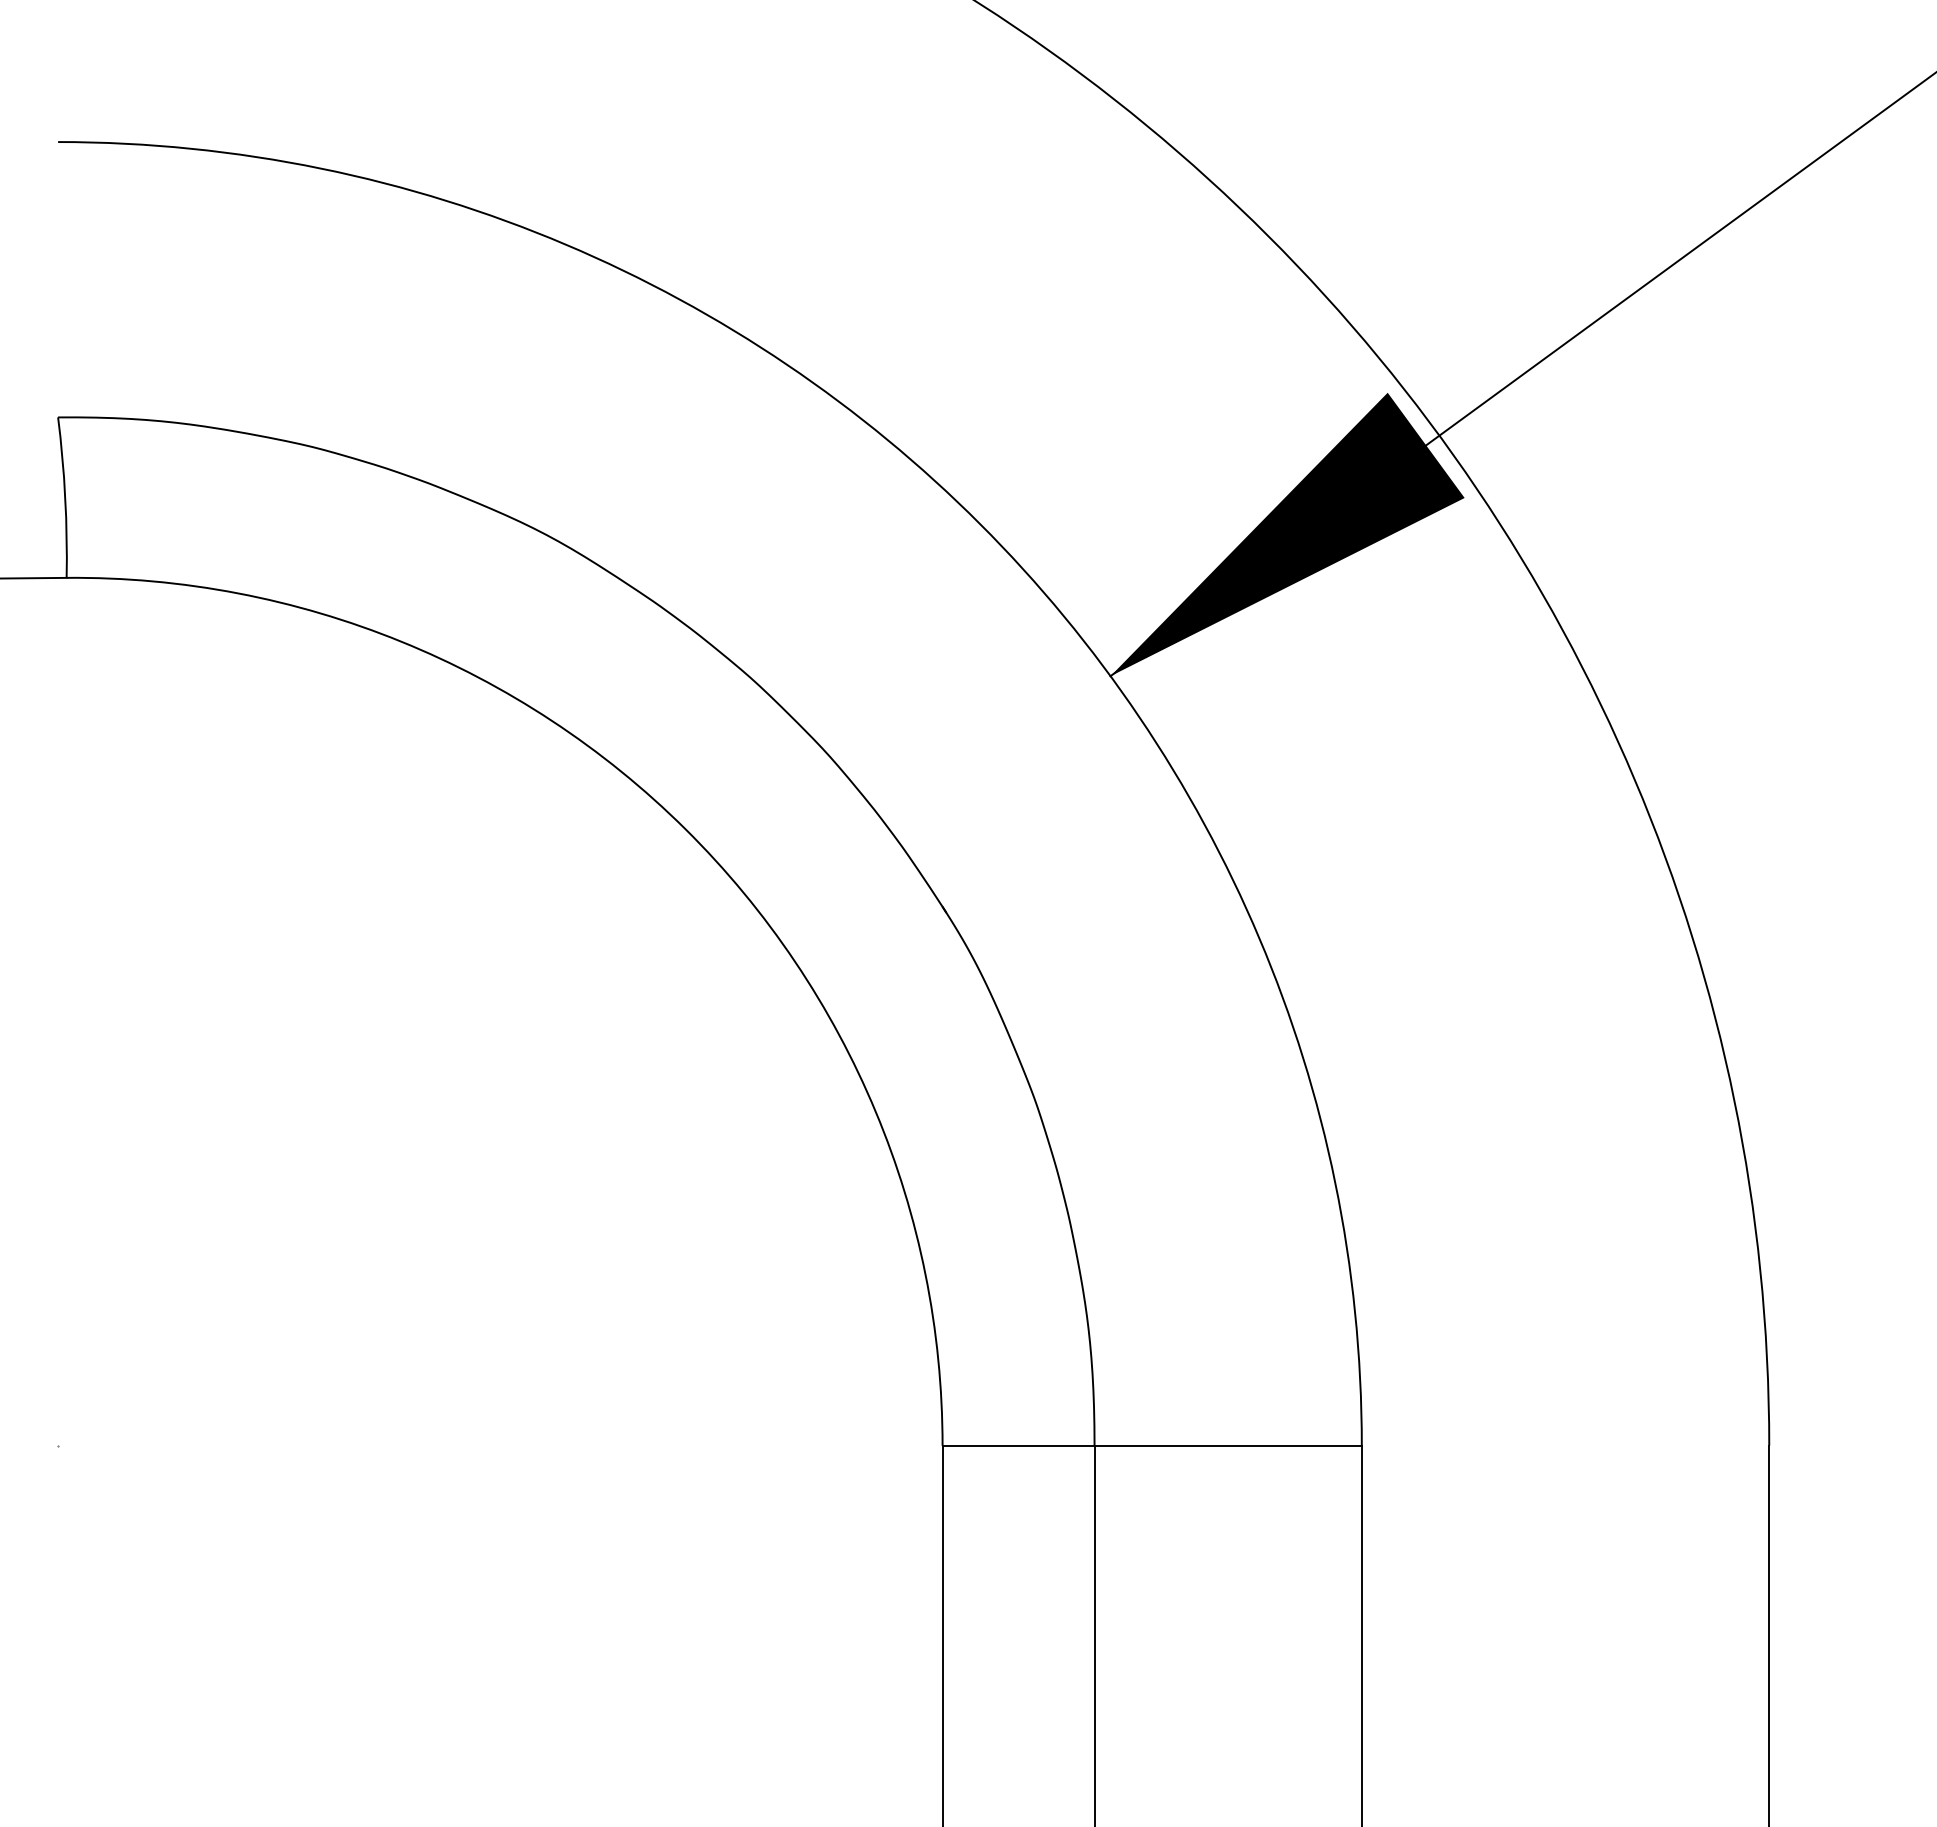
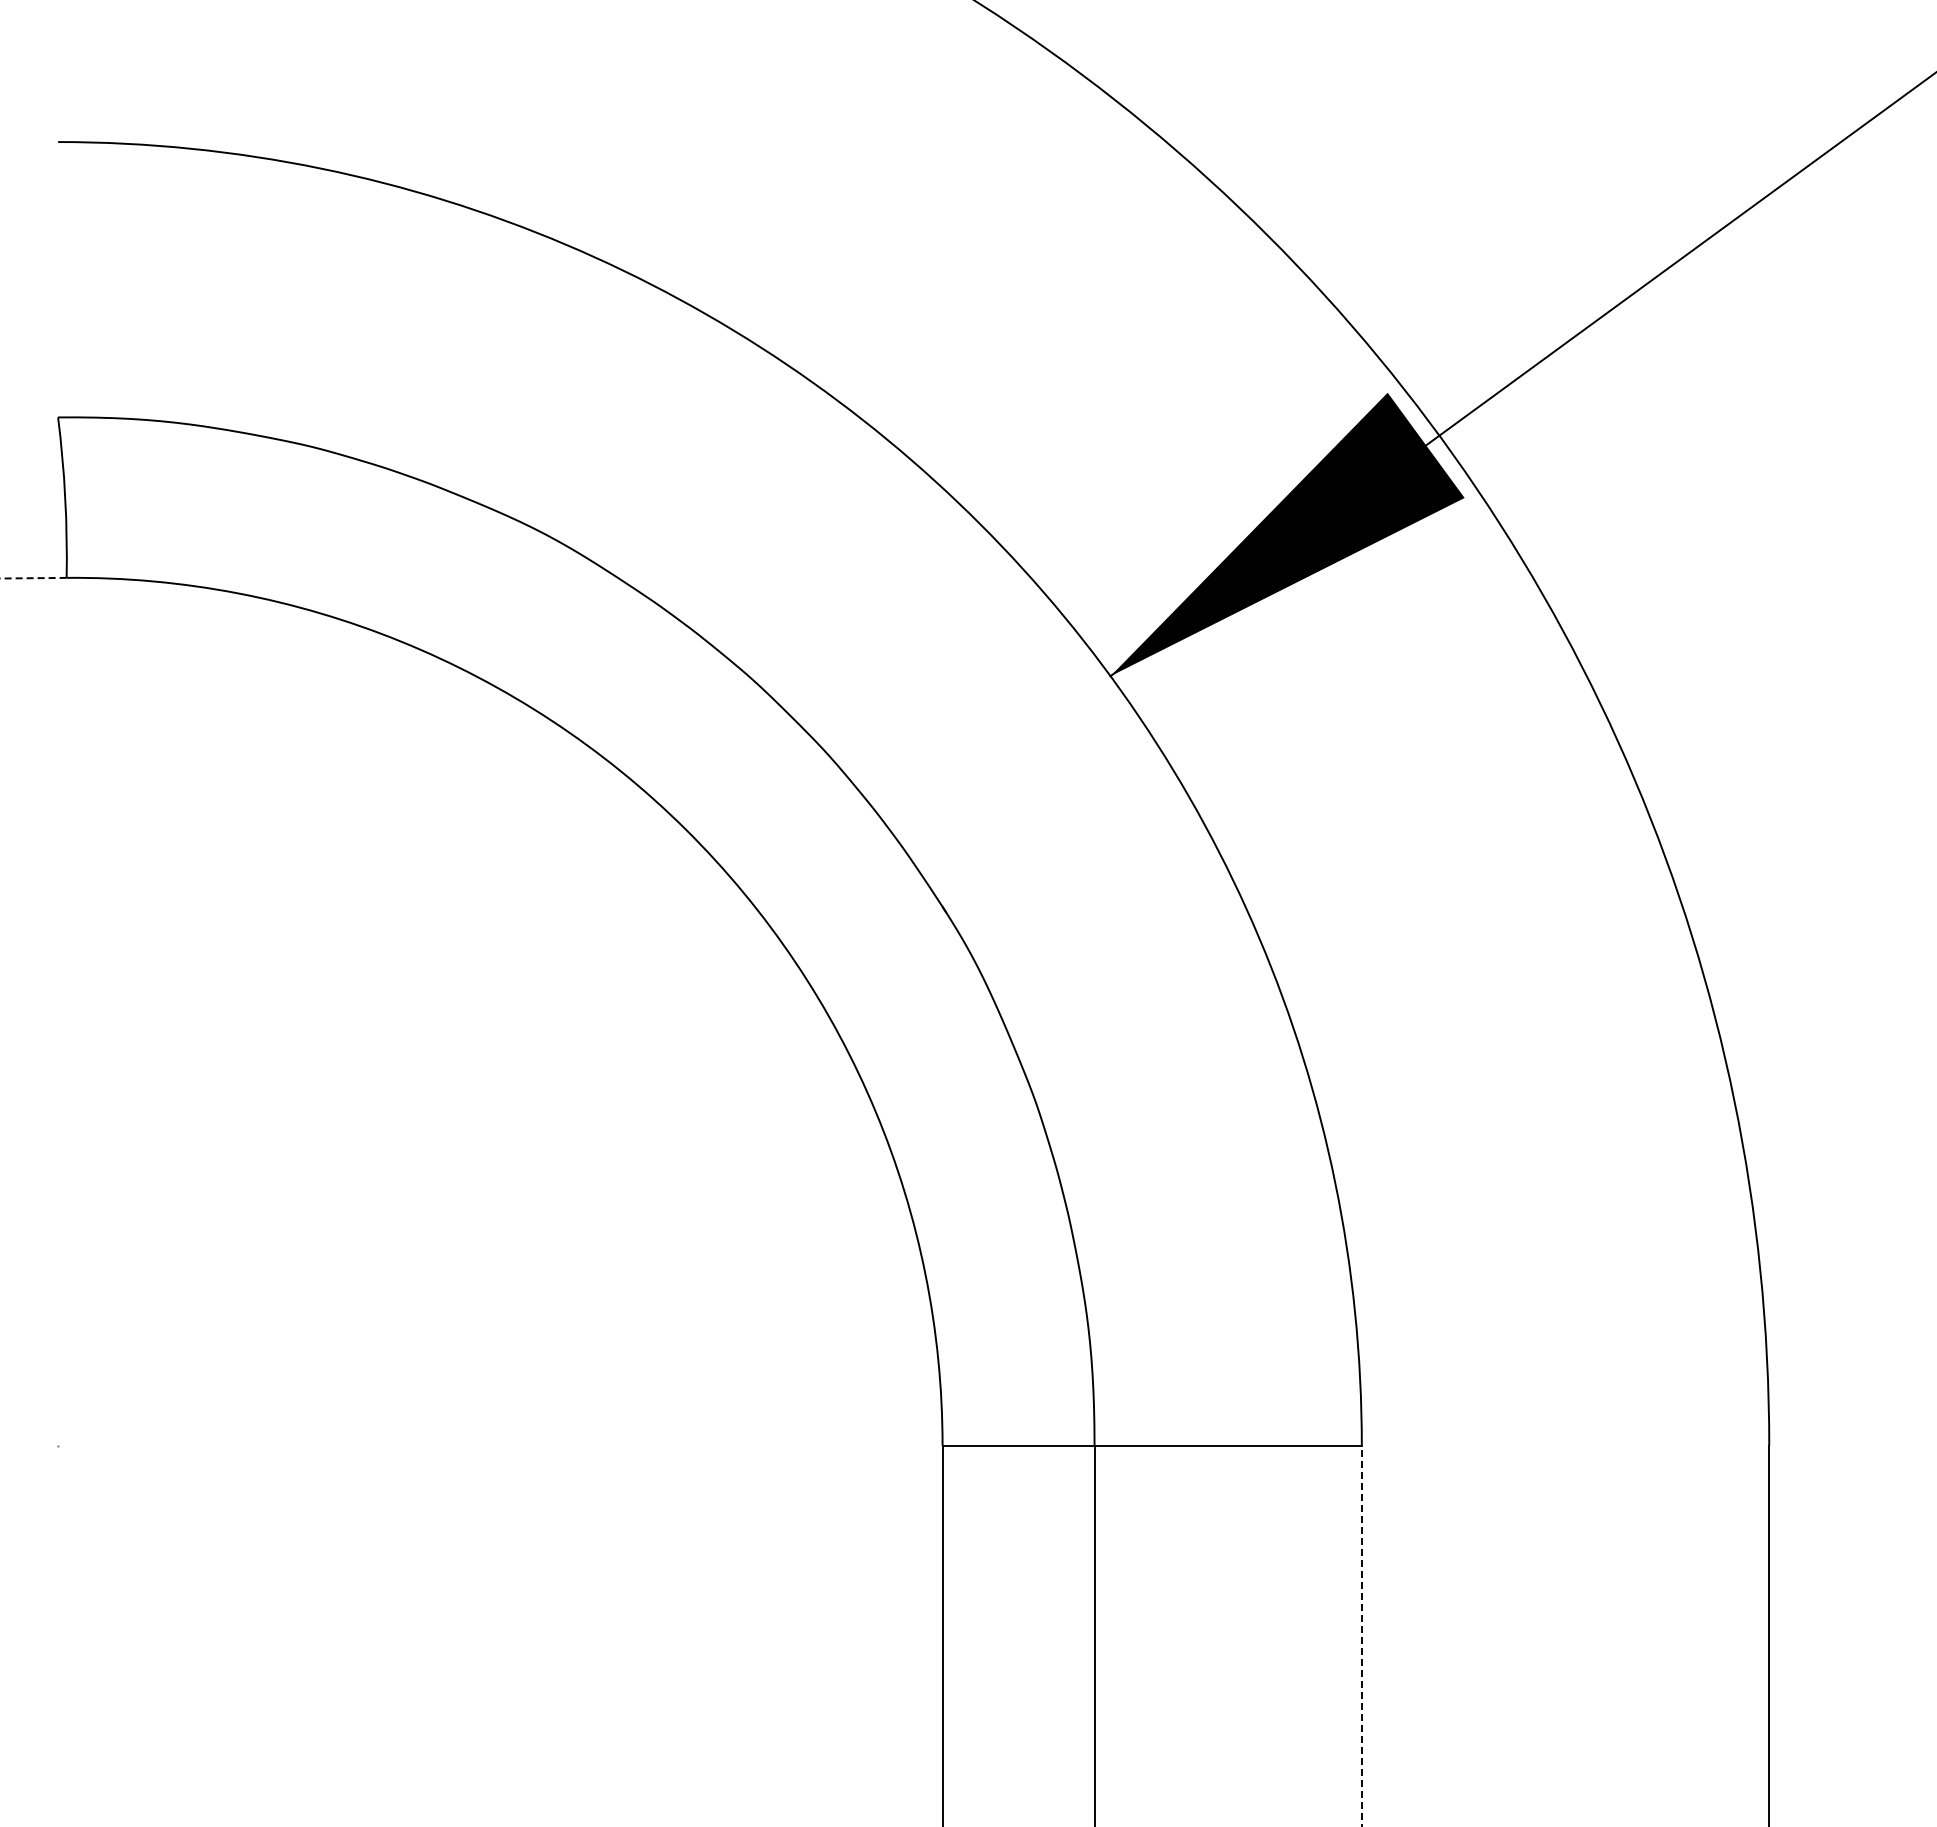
line at (33, 578): solid -> dashed
line at (1361, 1635): solid -> dashed
